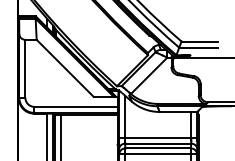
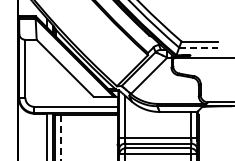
line at (199, 47): solid -> dashed
line at (60, 137): solid -> dashed
